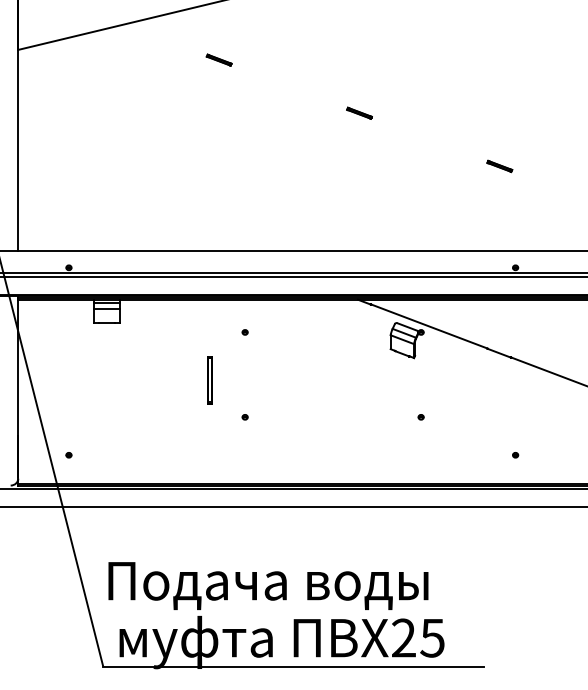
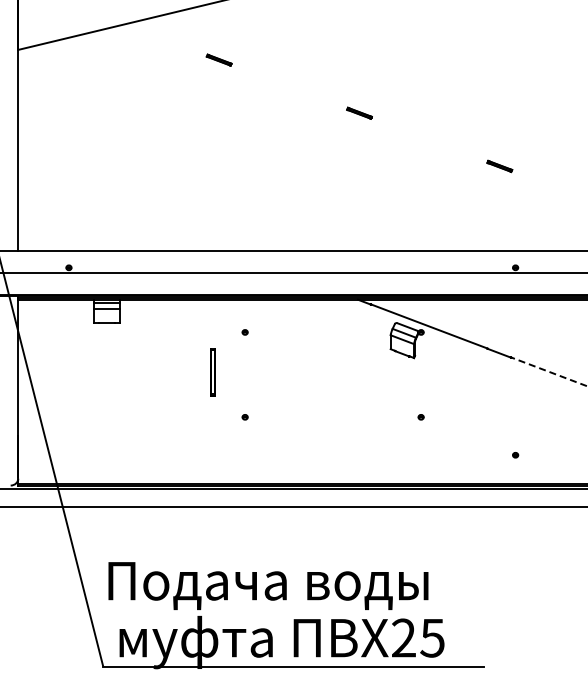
line at (293, 276): present -> none
line at (549, 371): solid -> dashed
part at (209, 380) position: (209, 380) -> (212, 372)
part at (68, 455): present -> none
